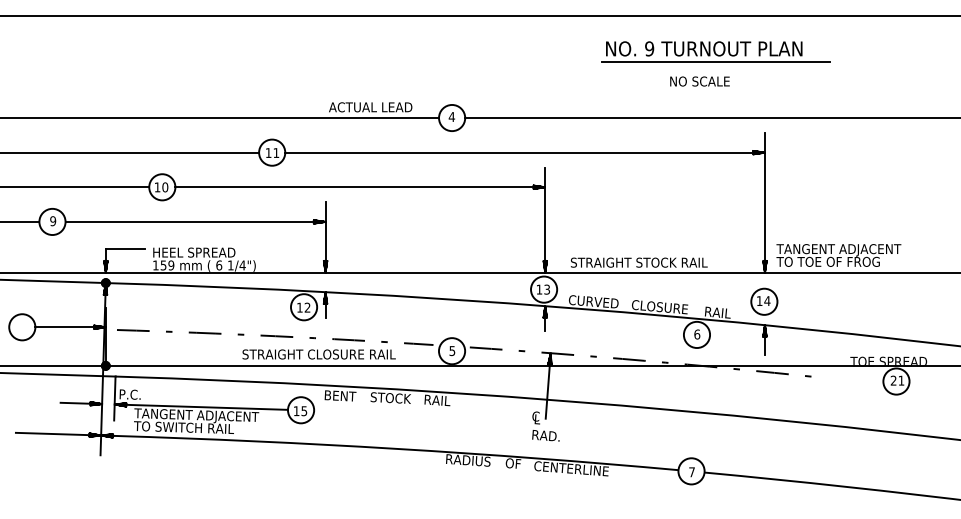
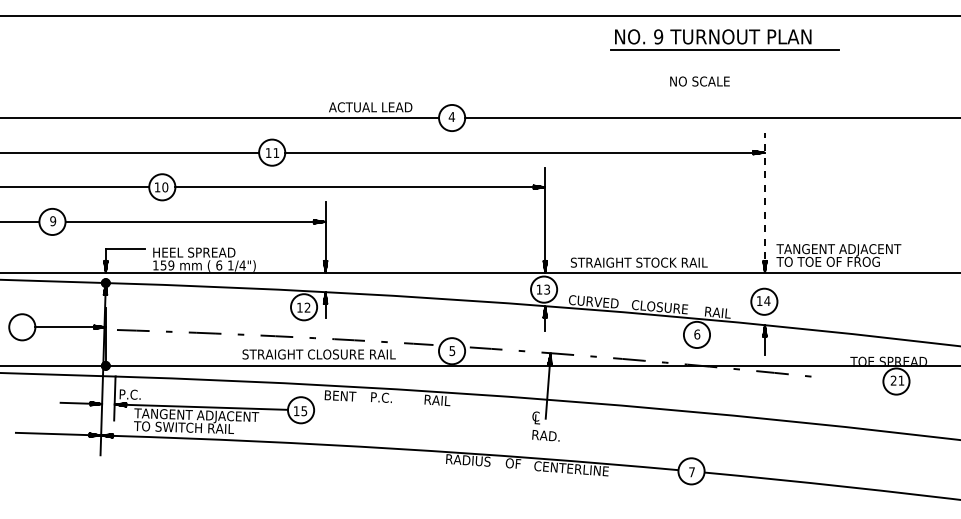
part at (715, 51) position: (715, 51) -> (724, 39)
line at (764, 202): solid -> dashed
text at (390, 397): STOCK -> P.C.
